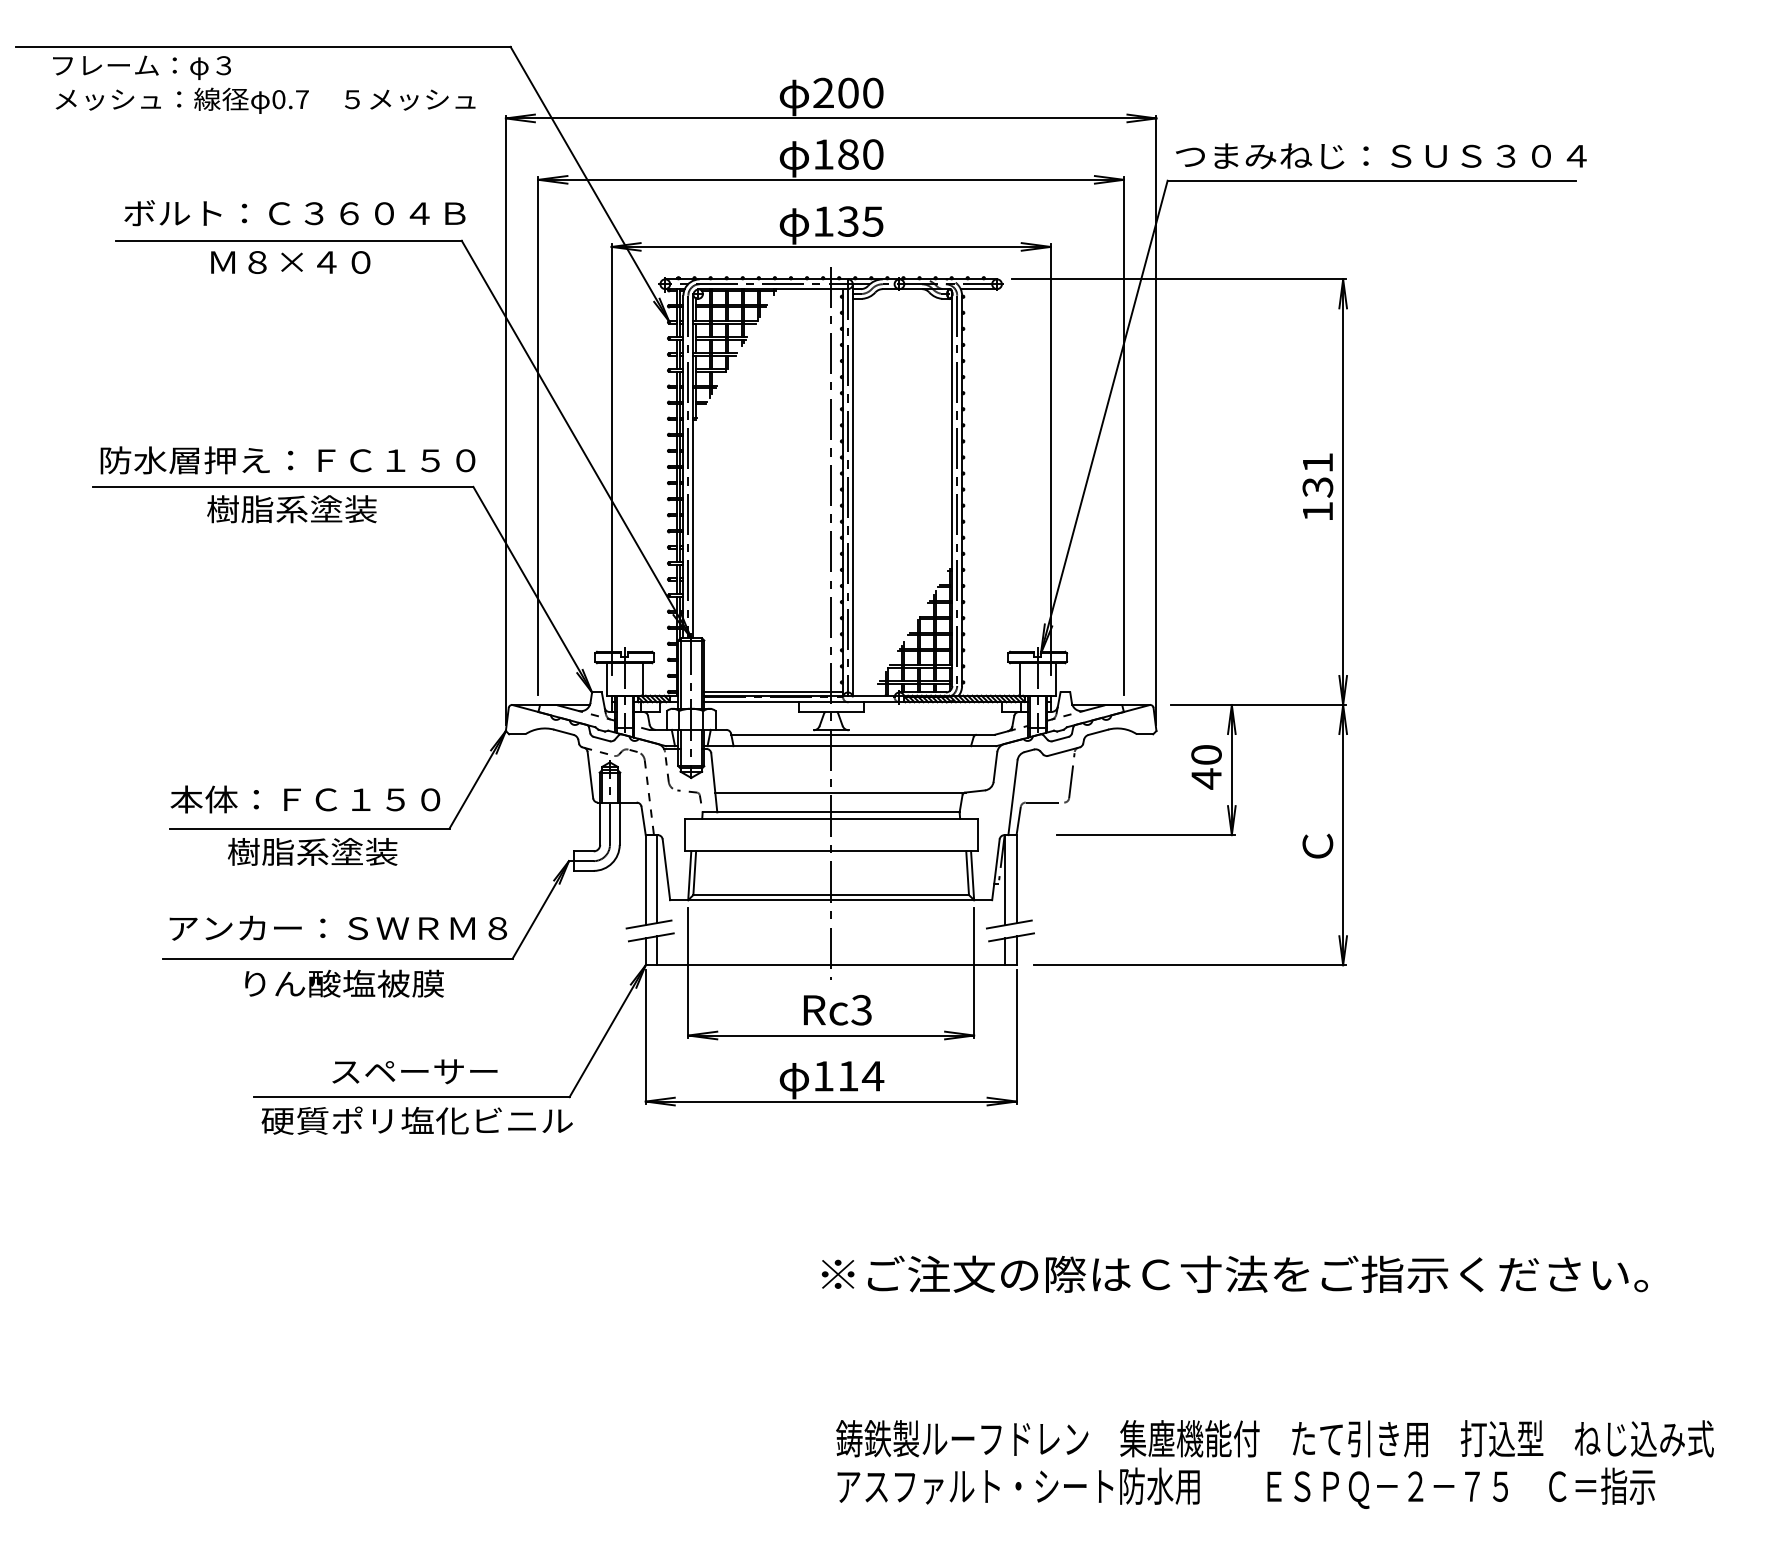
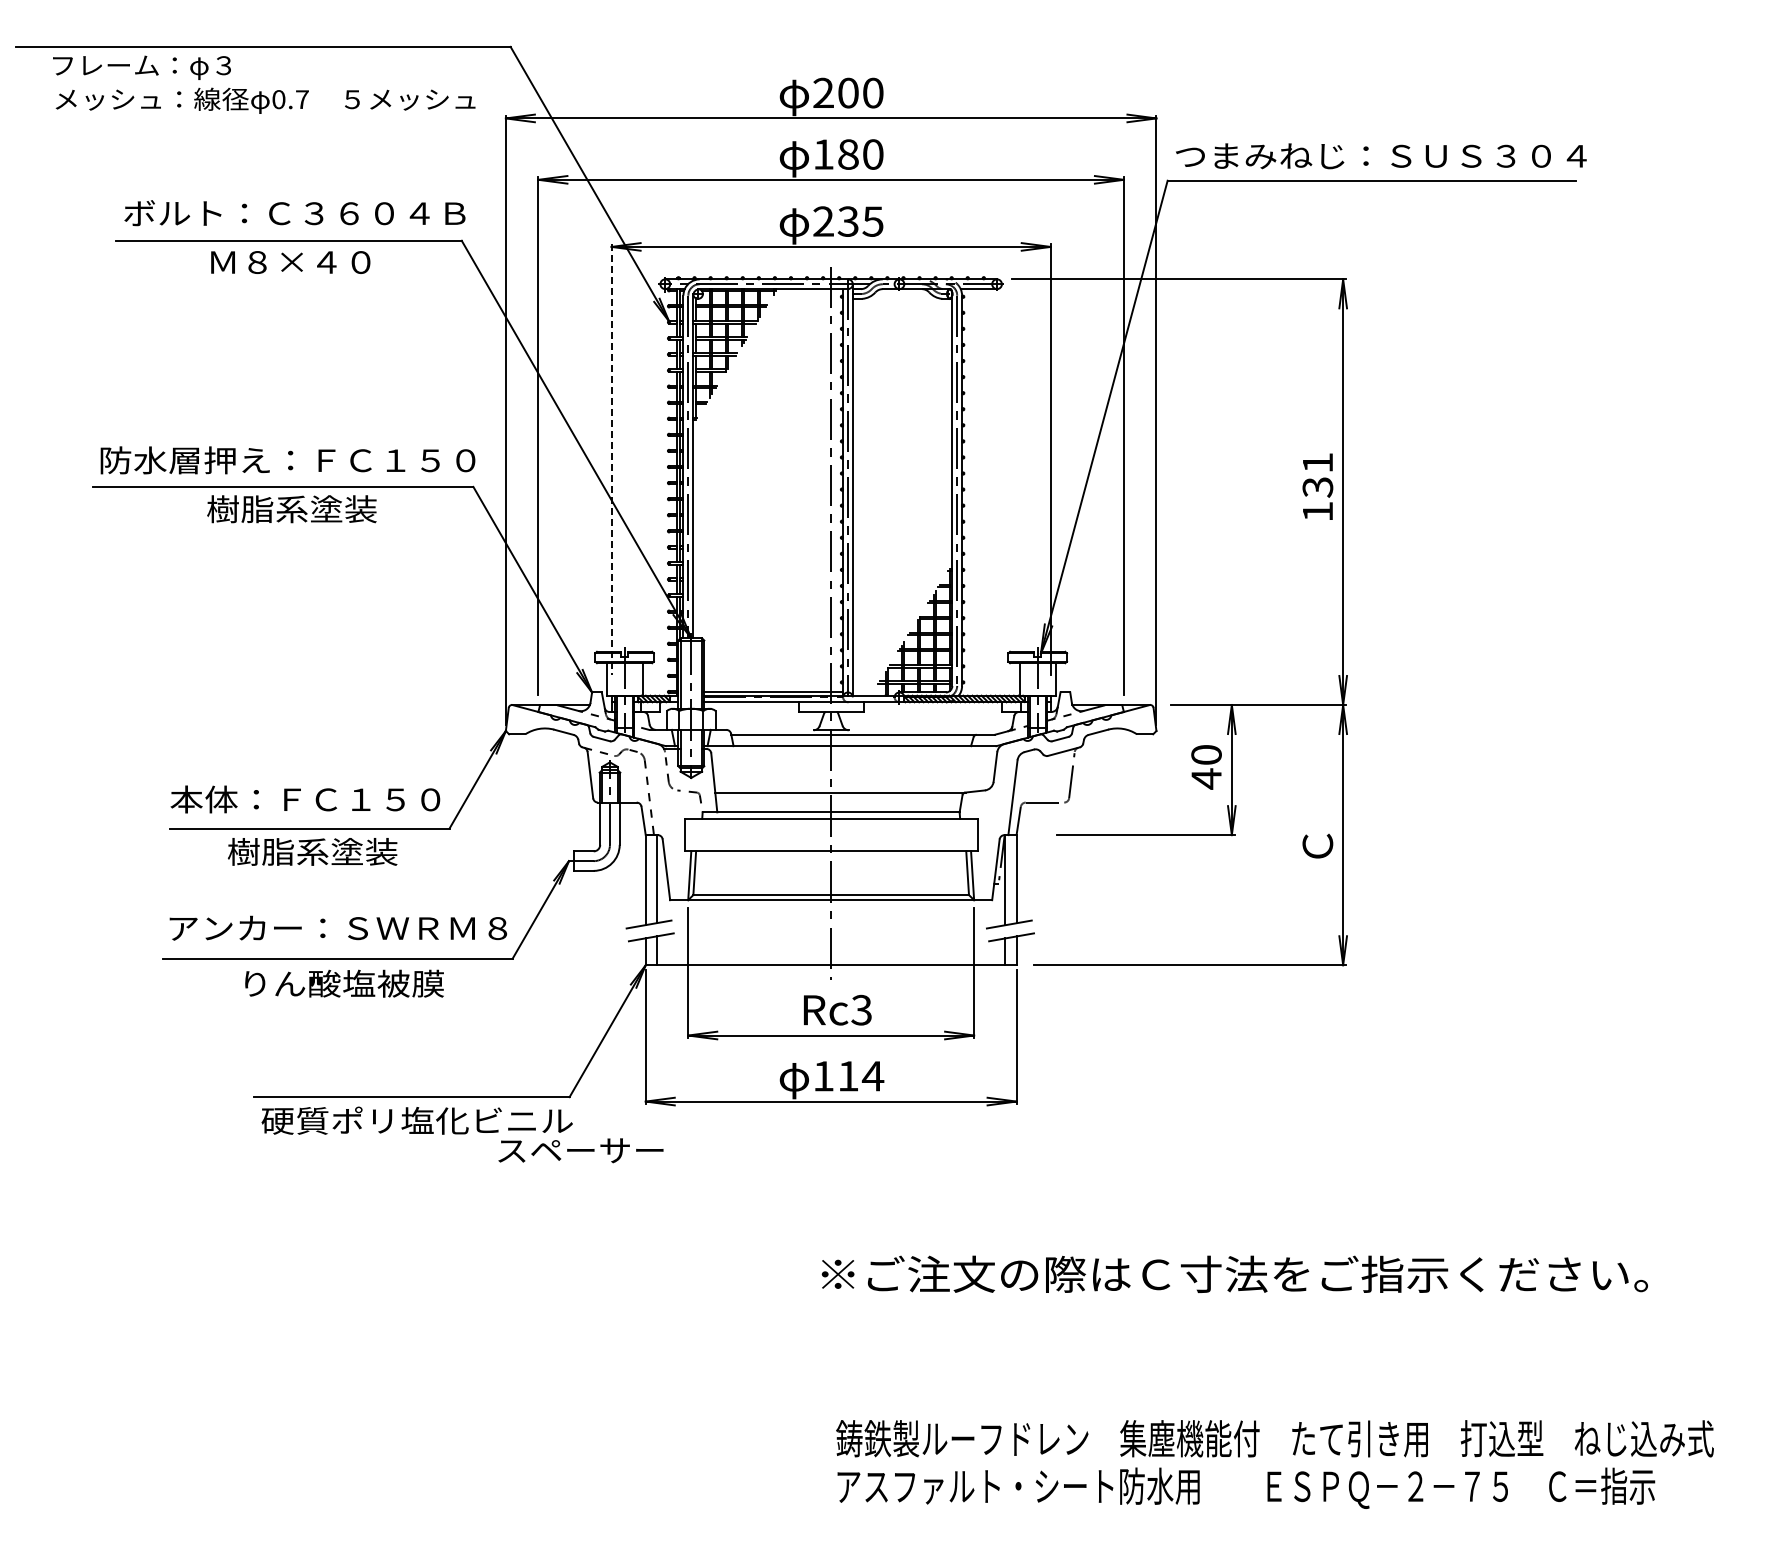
text at (823, 221): 135 -> 235
line at (611, 459): solid -> dashed
text at (414, 1071) position: (414, 1071) -> (580, 1150)
